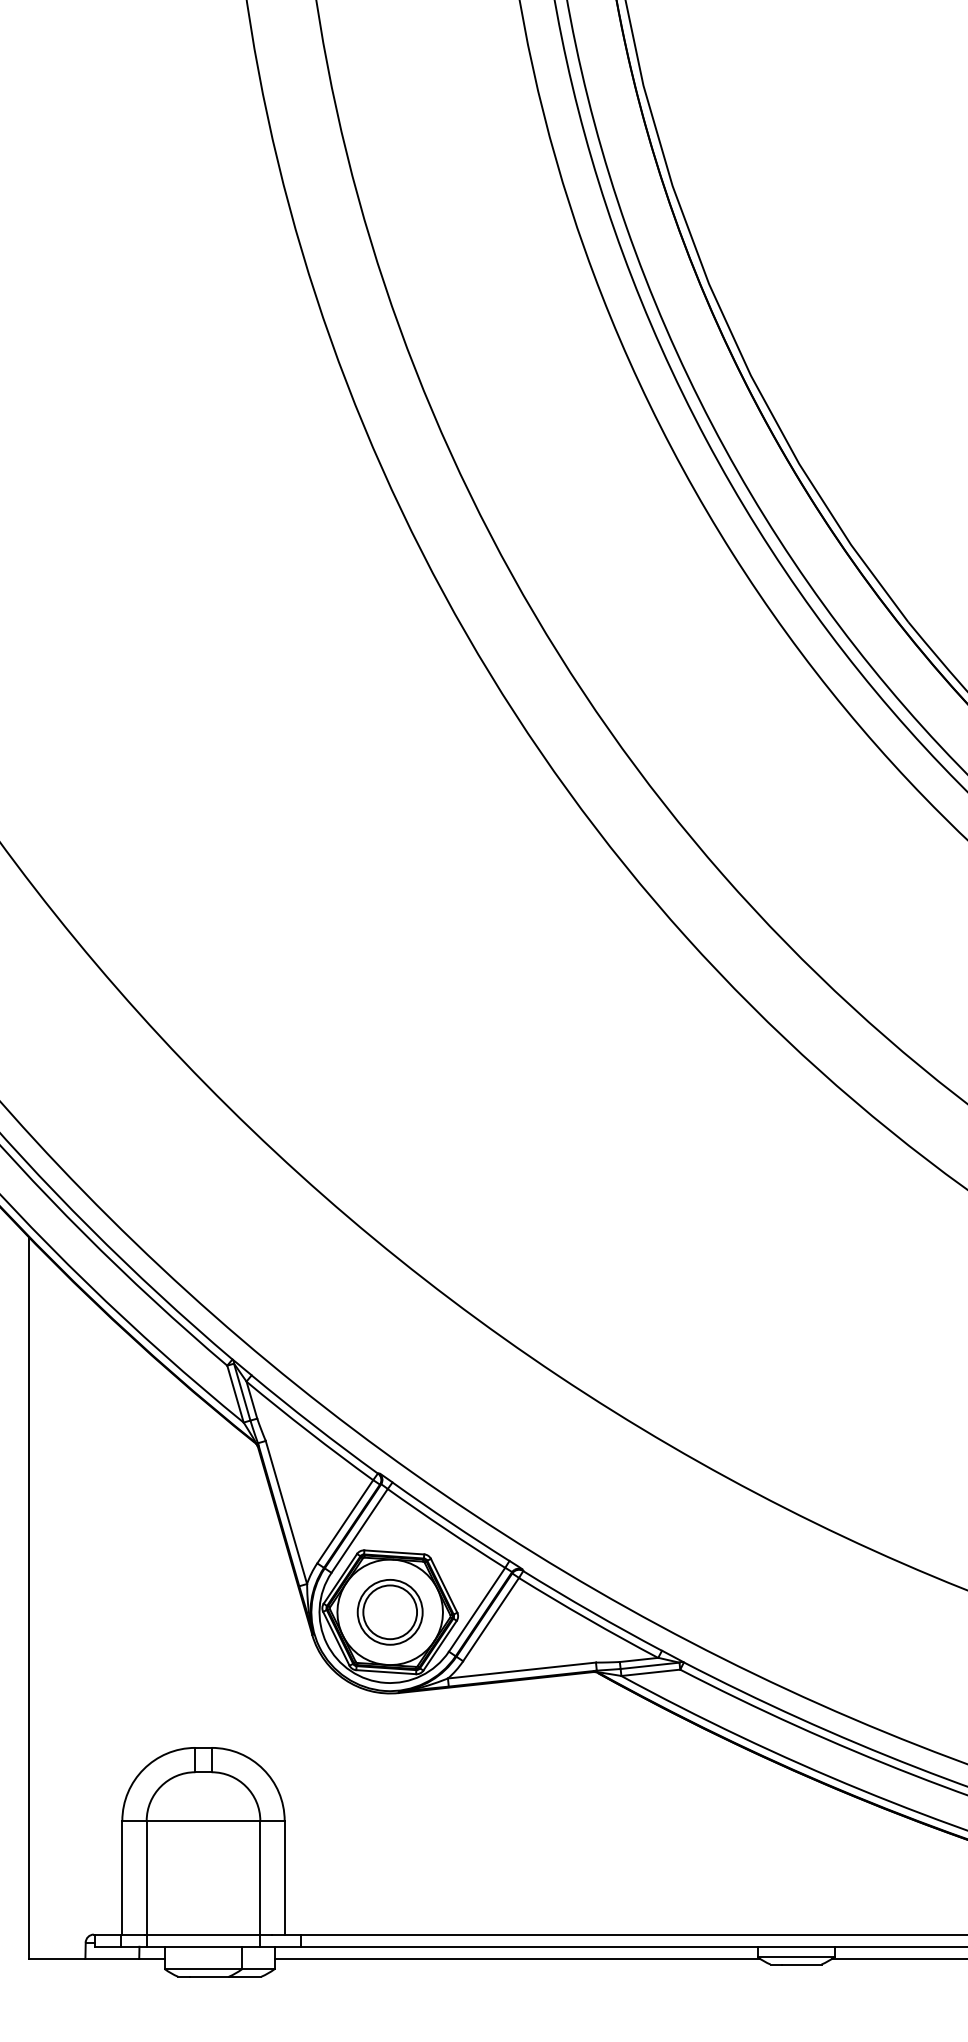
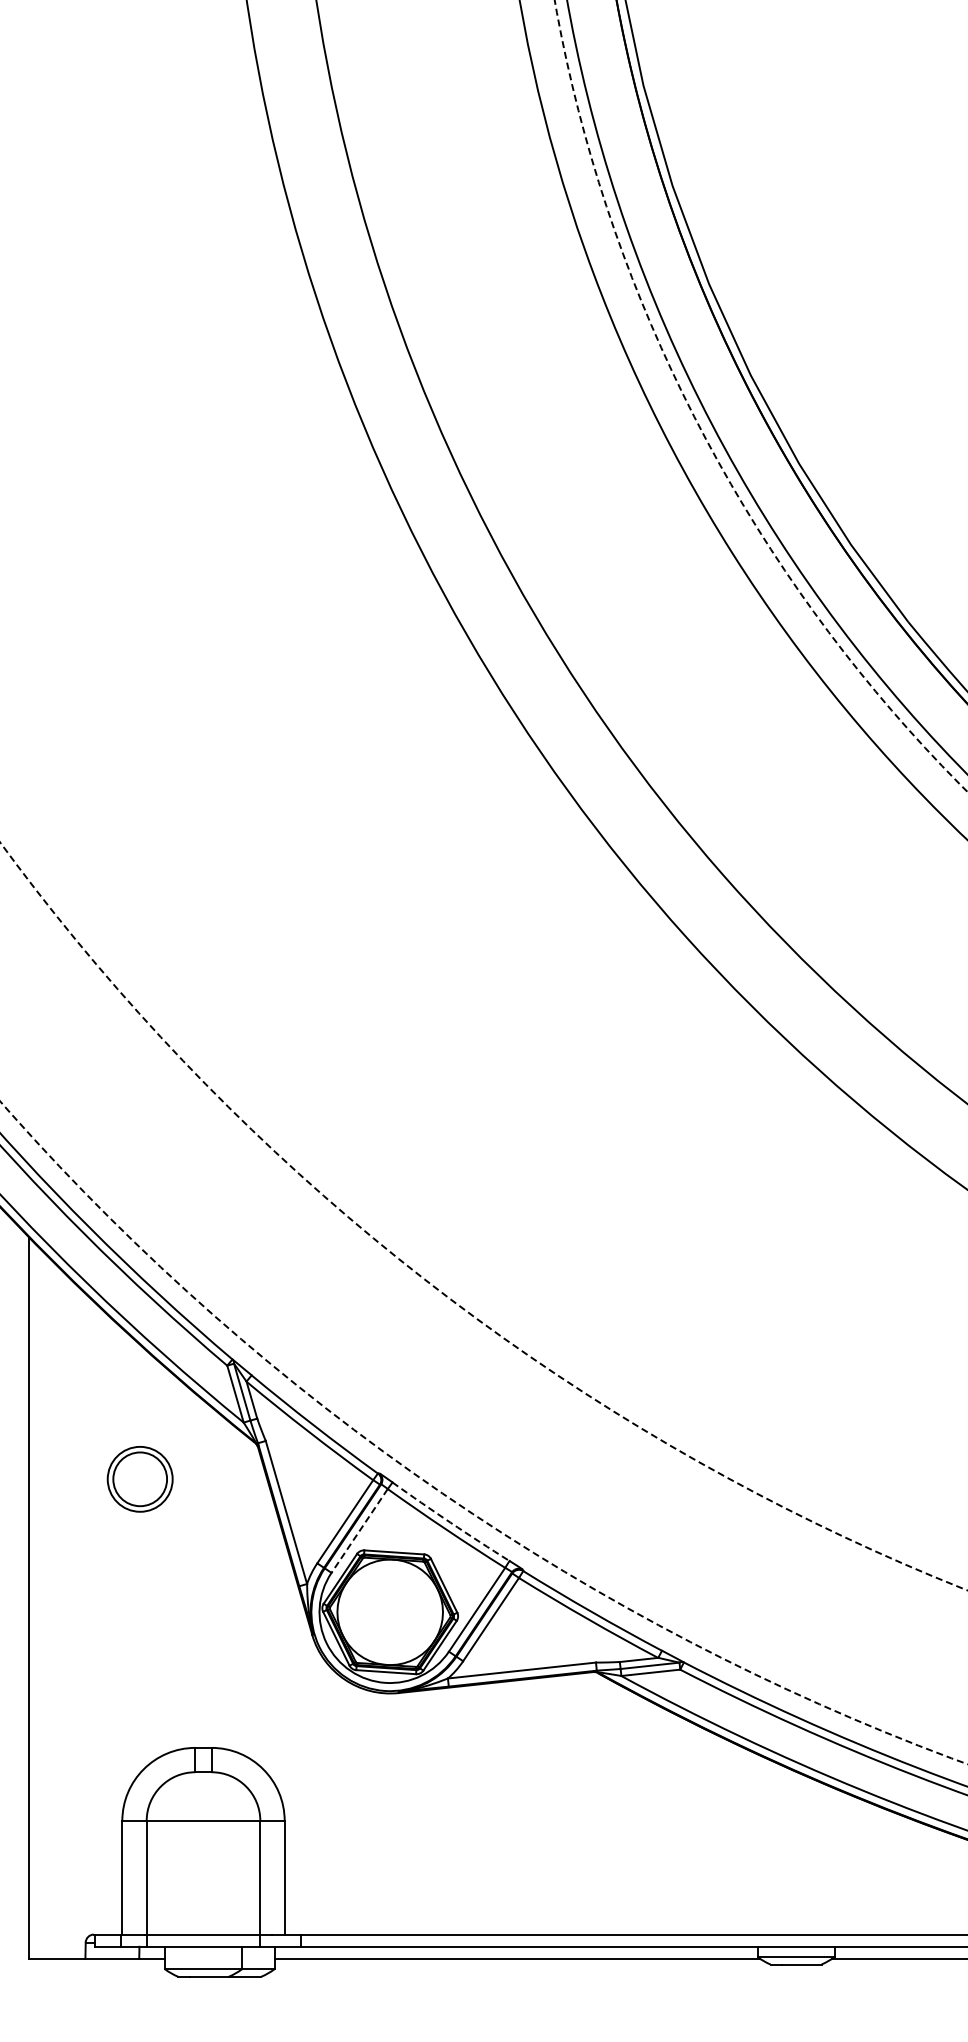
arc at (700, 428): solid -> dashed
arc at (430, 1284): solid -> dashed
arc at (442, 1493): solid -> dashed
arc at (450, 1522): solid -> dashed
line at (359, 1531): solid -> dashed
part at (389, 1612) position: (389, 1612) -> (139, 1479)
